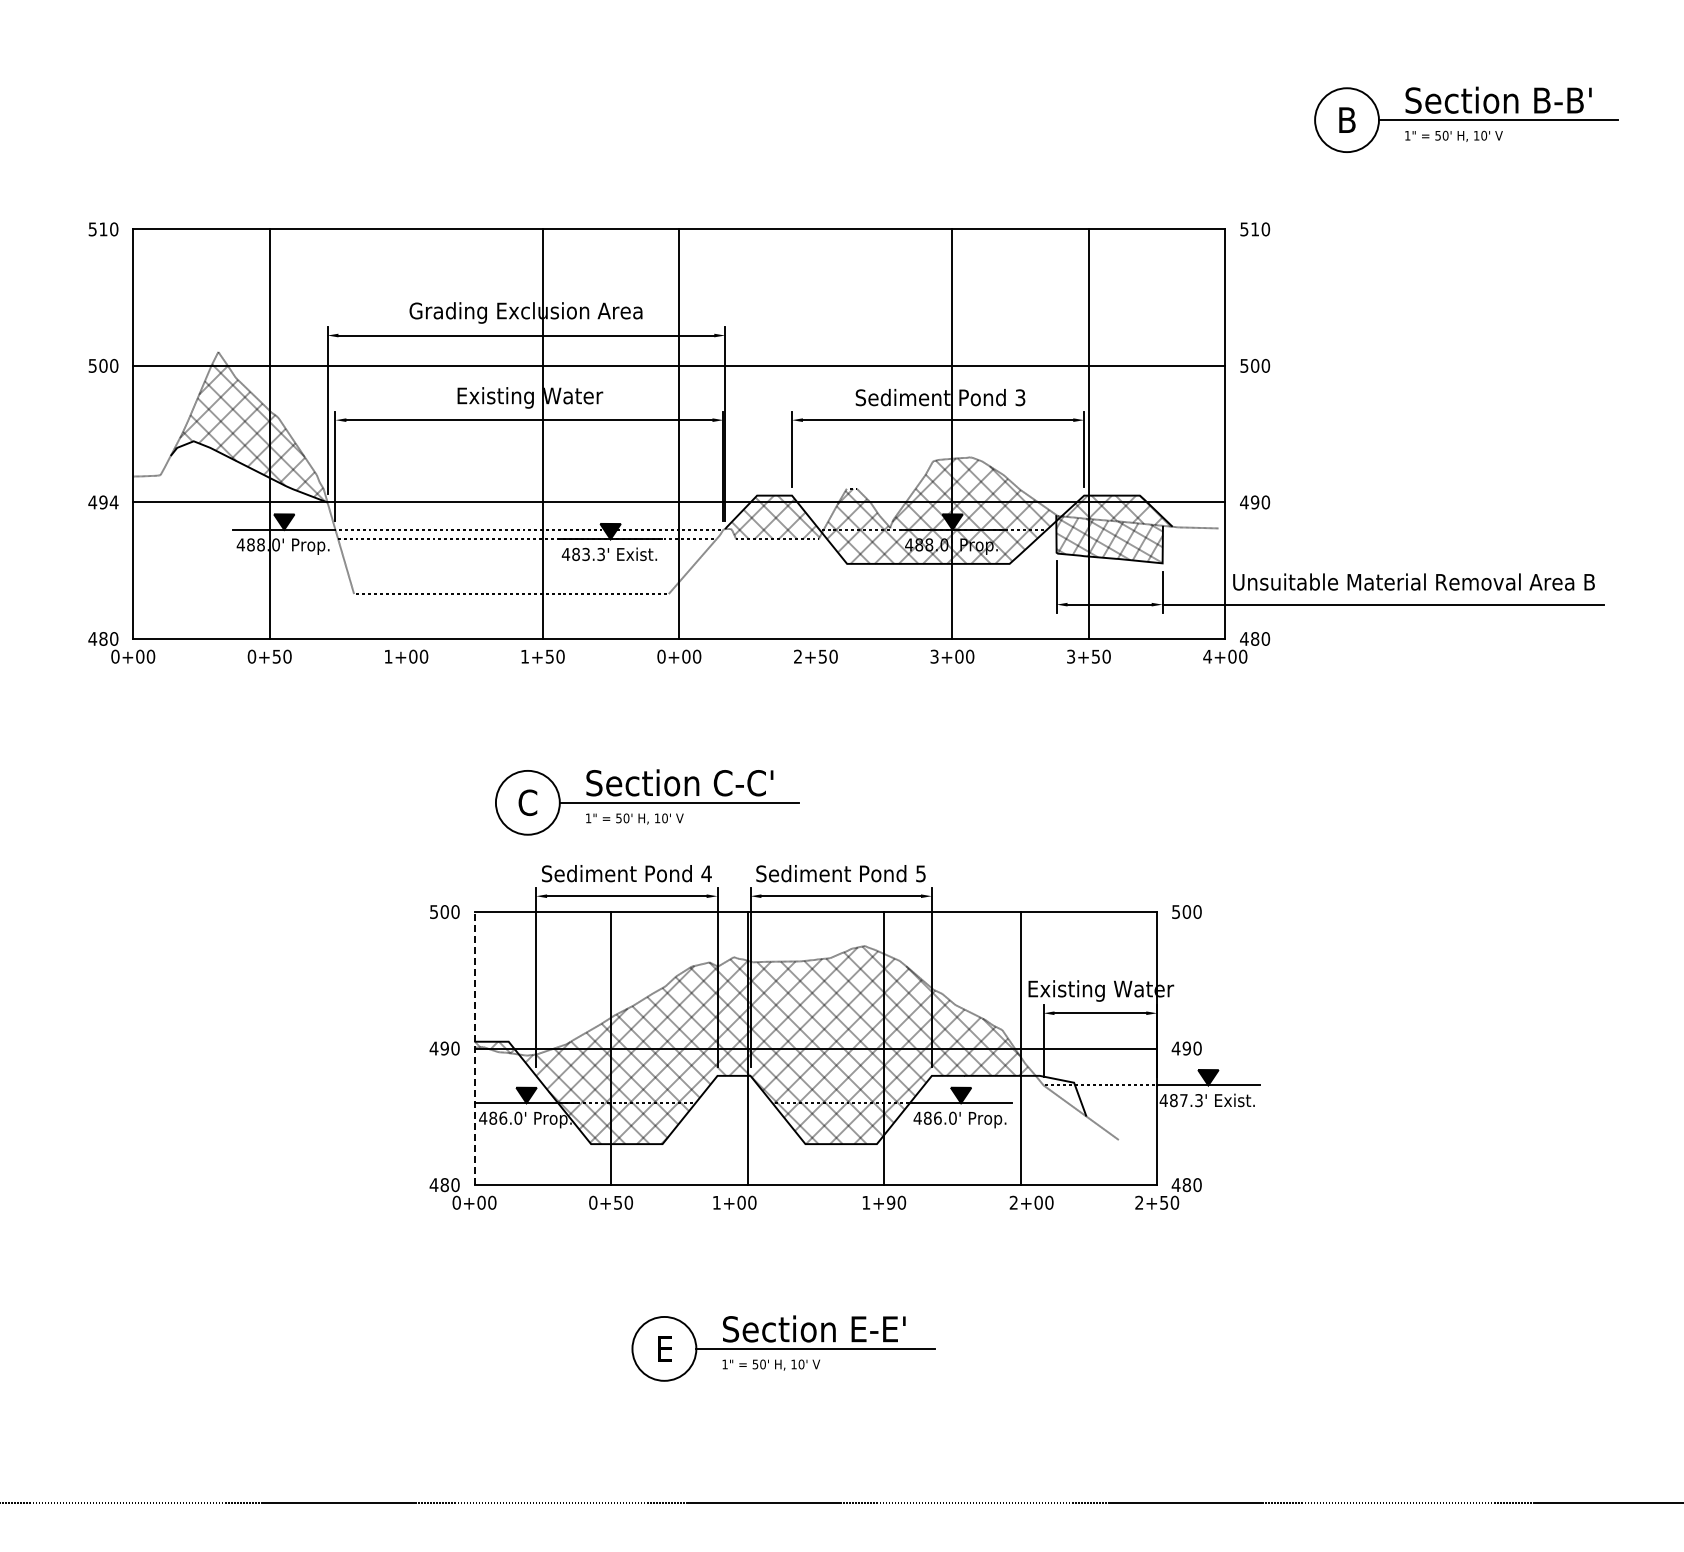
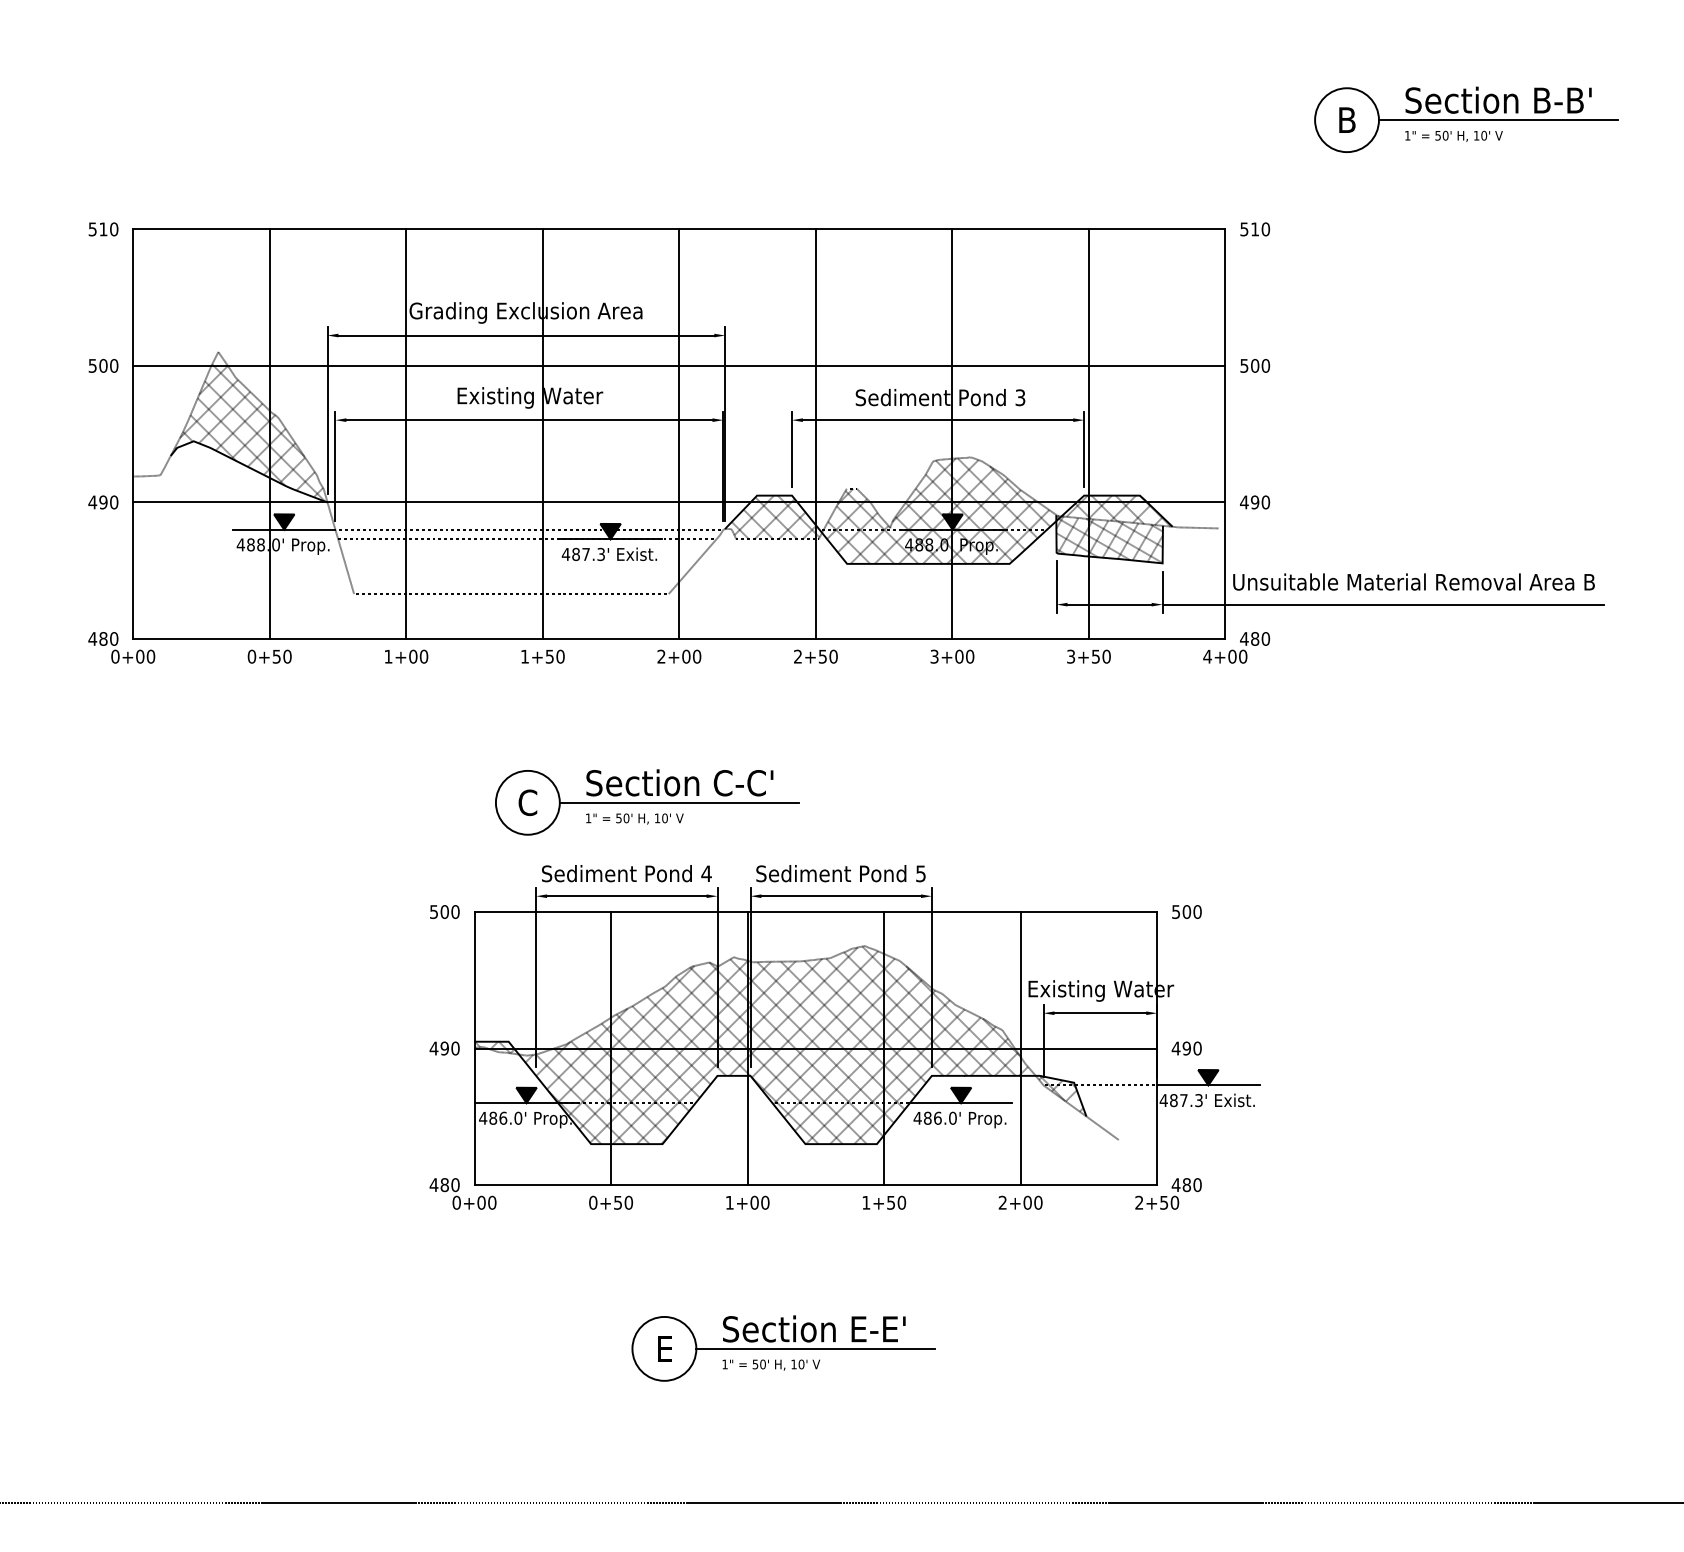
line at (406, 433): none -> present
line at (815, 433): none -> present
text at (113, 502): 494 -> 490
text at (585, 554): 483.3' -> 487.3'
text at (661, 656): 0+00 -> 2+00
line at (474, 1048): dashed -> solid
hatch at (1061, 1093): none -> present
text at (734, 1202) position: (734, 1202) -> (747, 1202)
text at (891, 1202): 1+90 -> 1+50
text at (1031, 1202) position: (1031, 1202) -> (1020, 1202)
